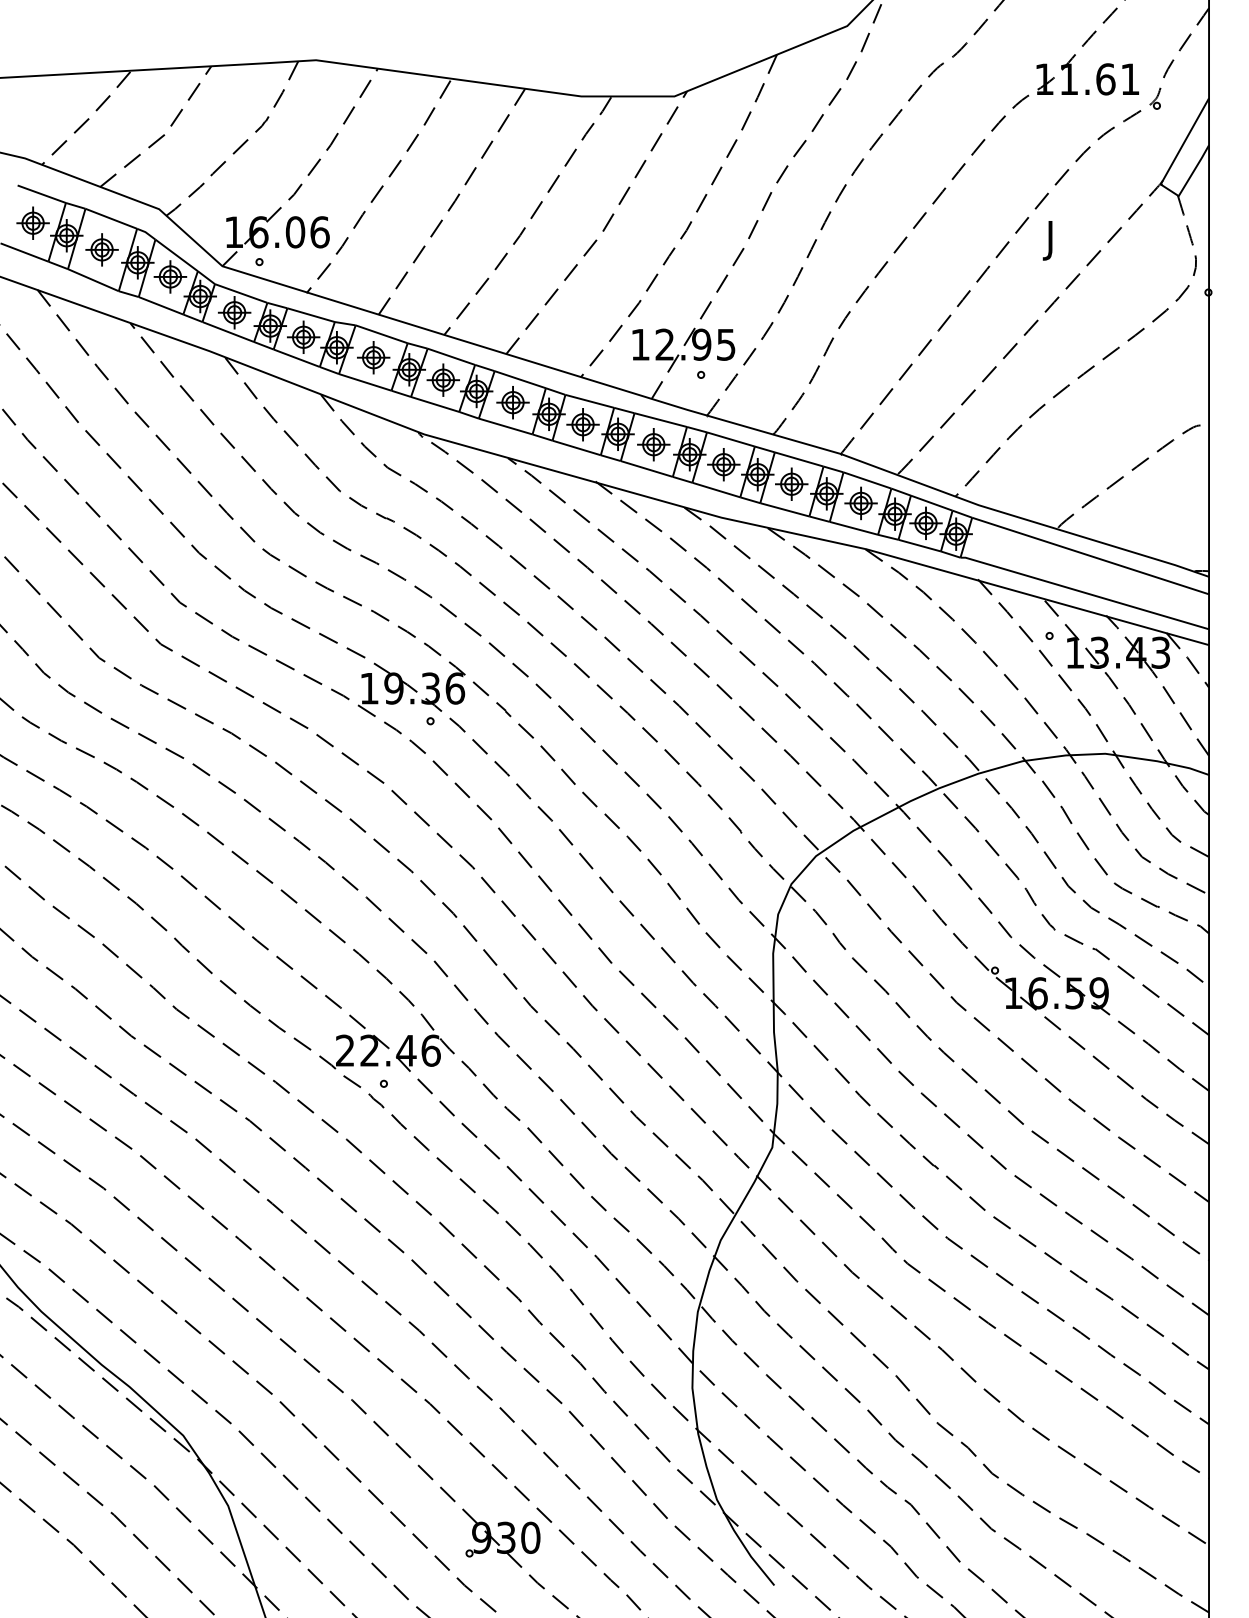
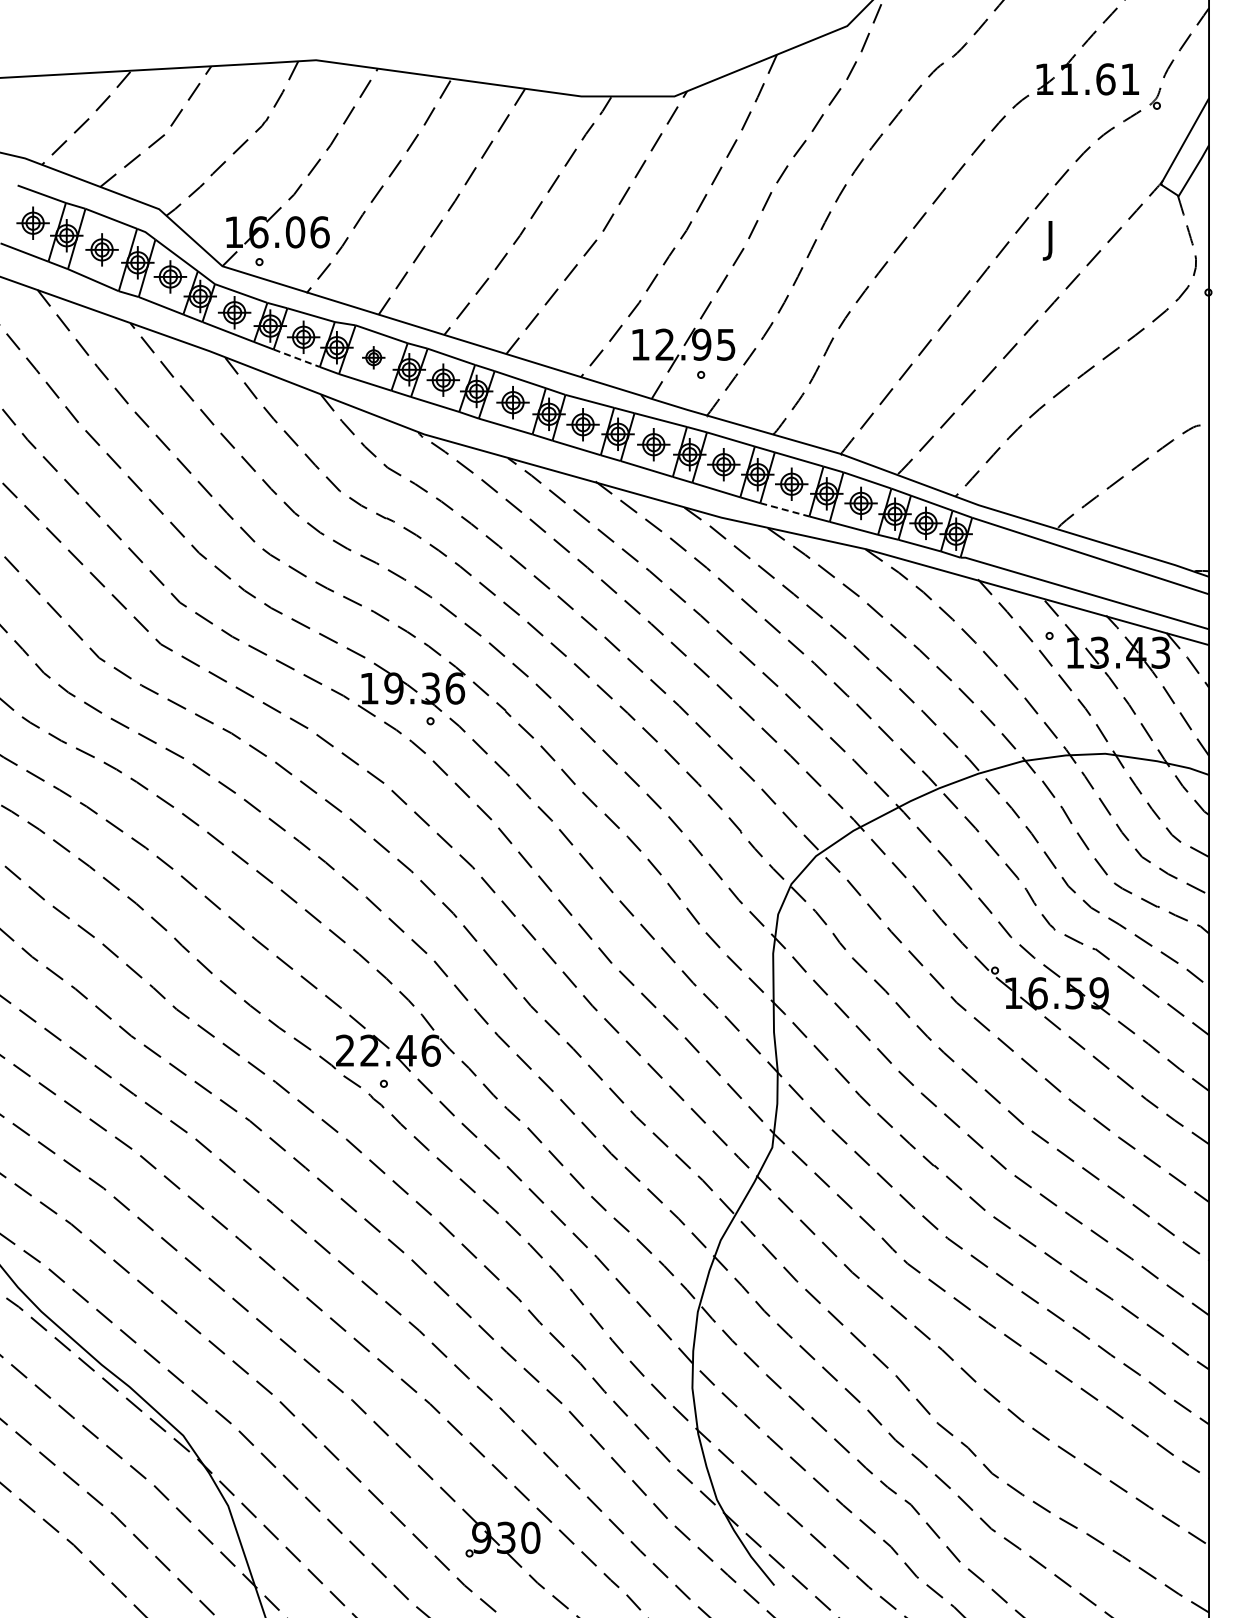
part at (373, 357) size: 34x34 px -> 24x24 px
line at (296, 358): solid -> dashed
line at (785, 509): solid -> dashed
